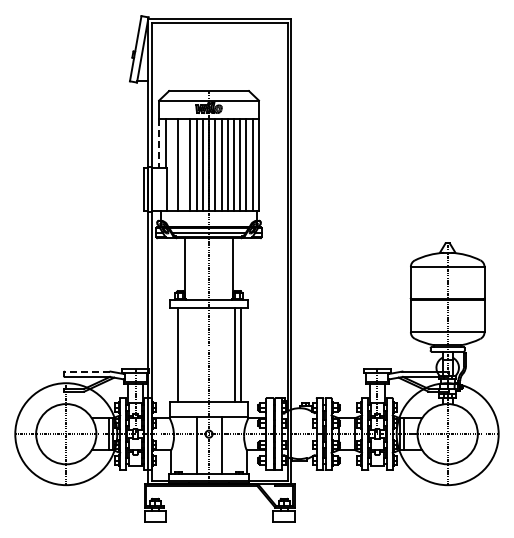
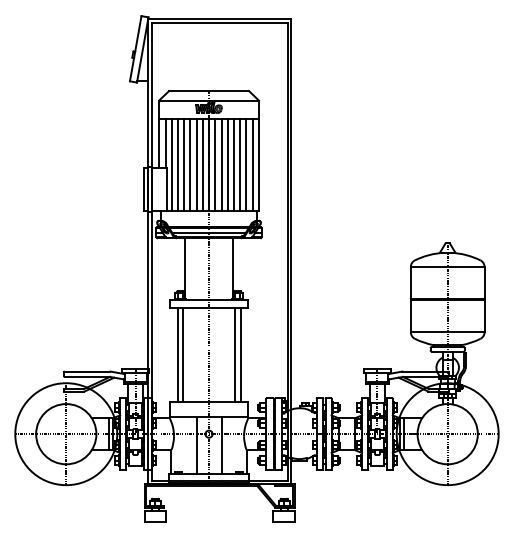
line at (159, 143): dashed -> solid
line at (171, 164): none -> present
line at (184, 164): none -> present
line at (183, 354): none -> present
line at (87, 371): dashed -> solid
